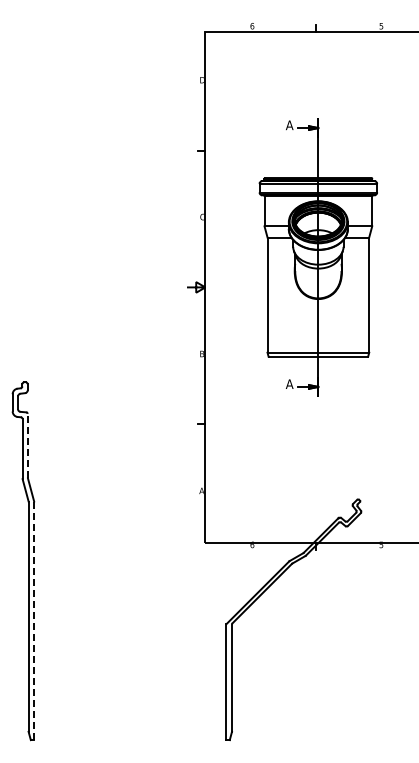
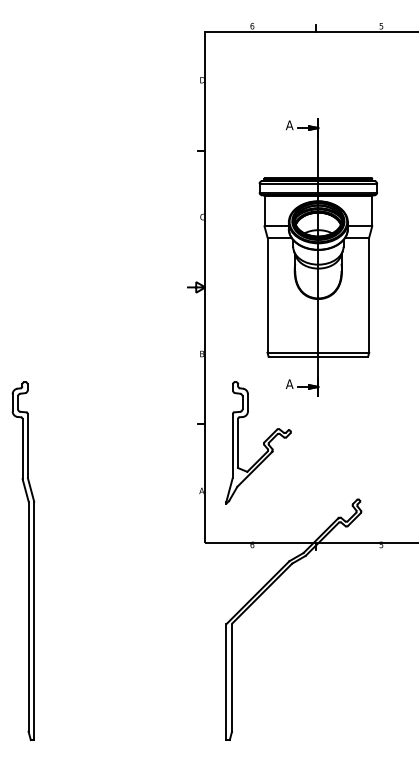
part at (258, 442): none -> present
line at (27, 445): dashed -> solid
line at (34, 620): dashed -> solid
